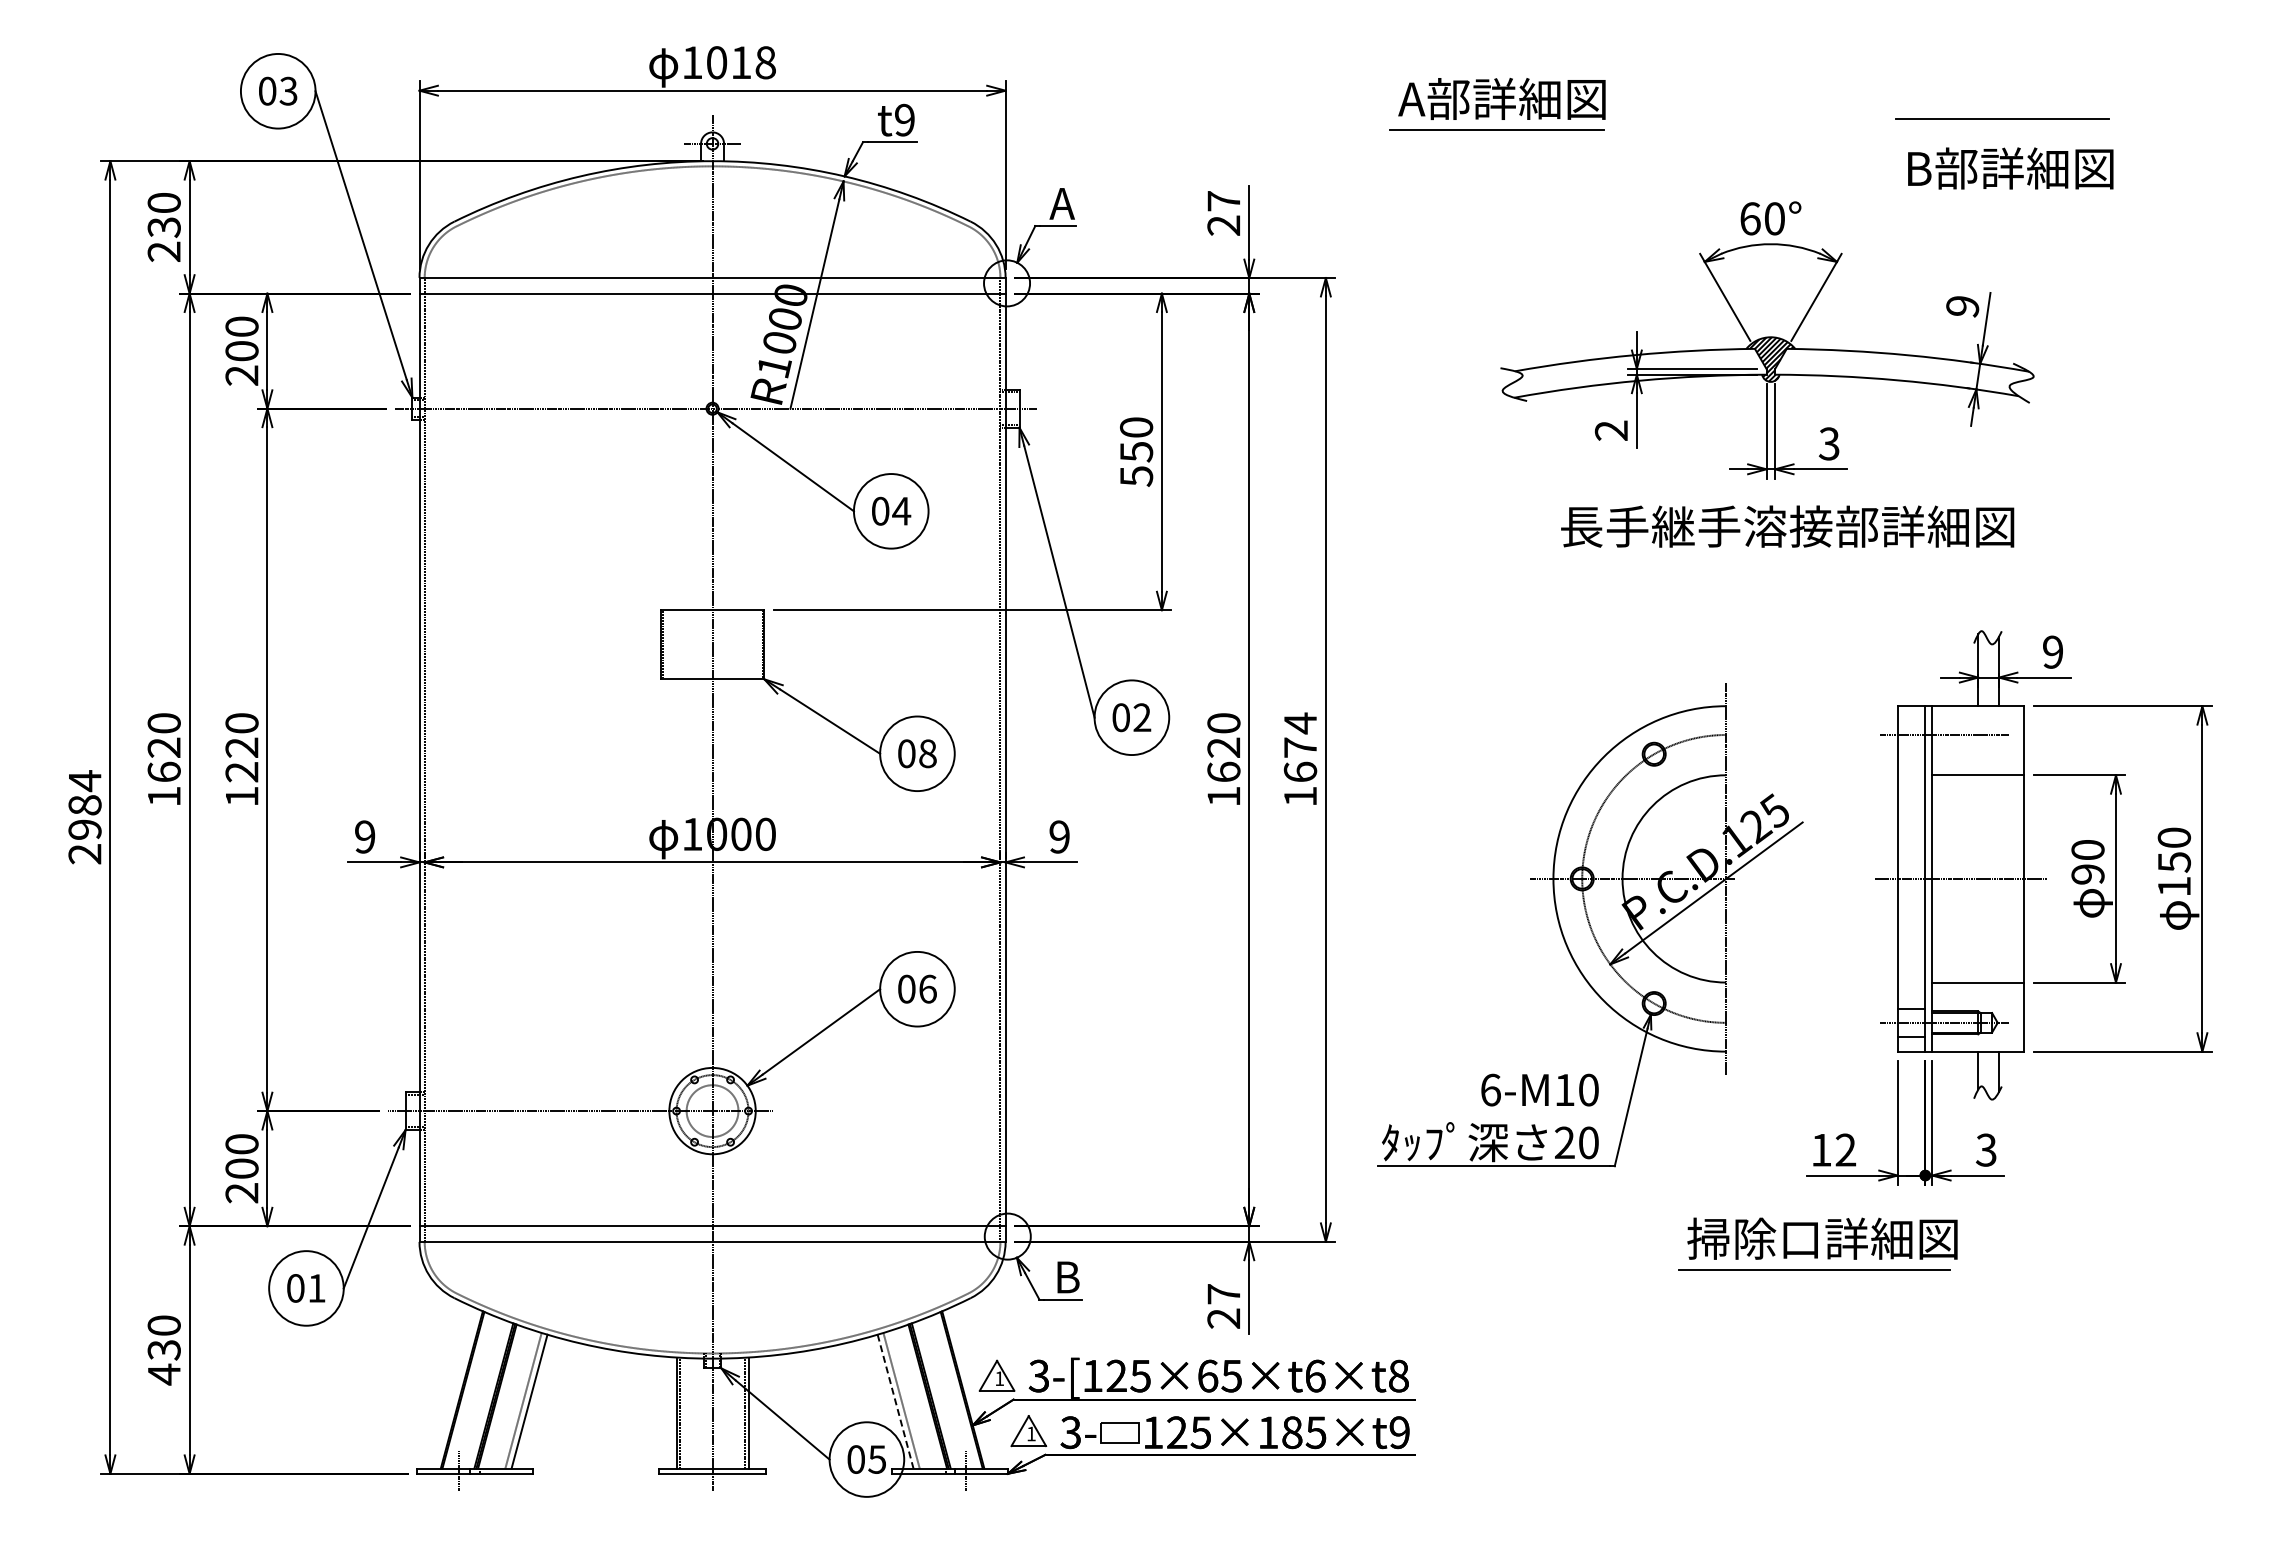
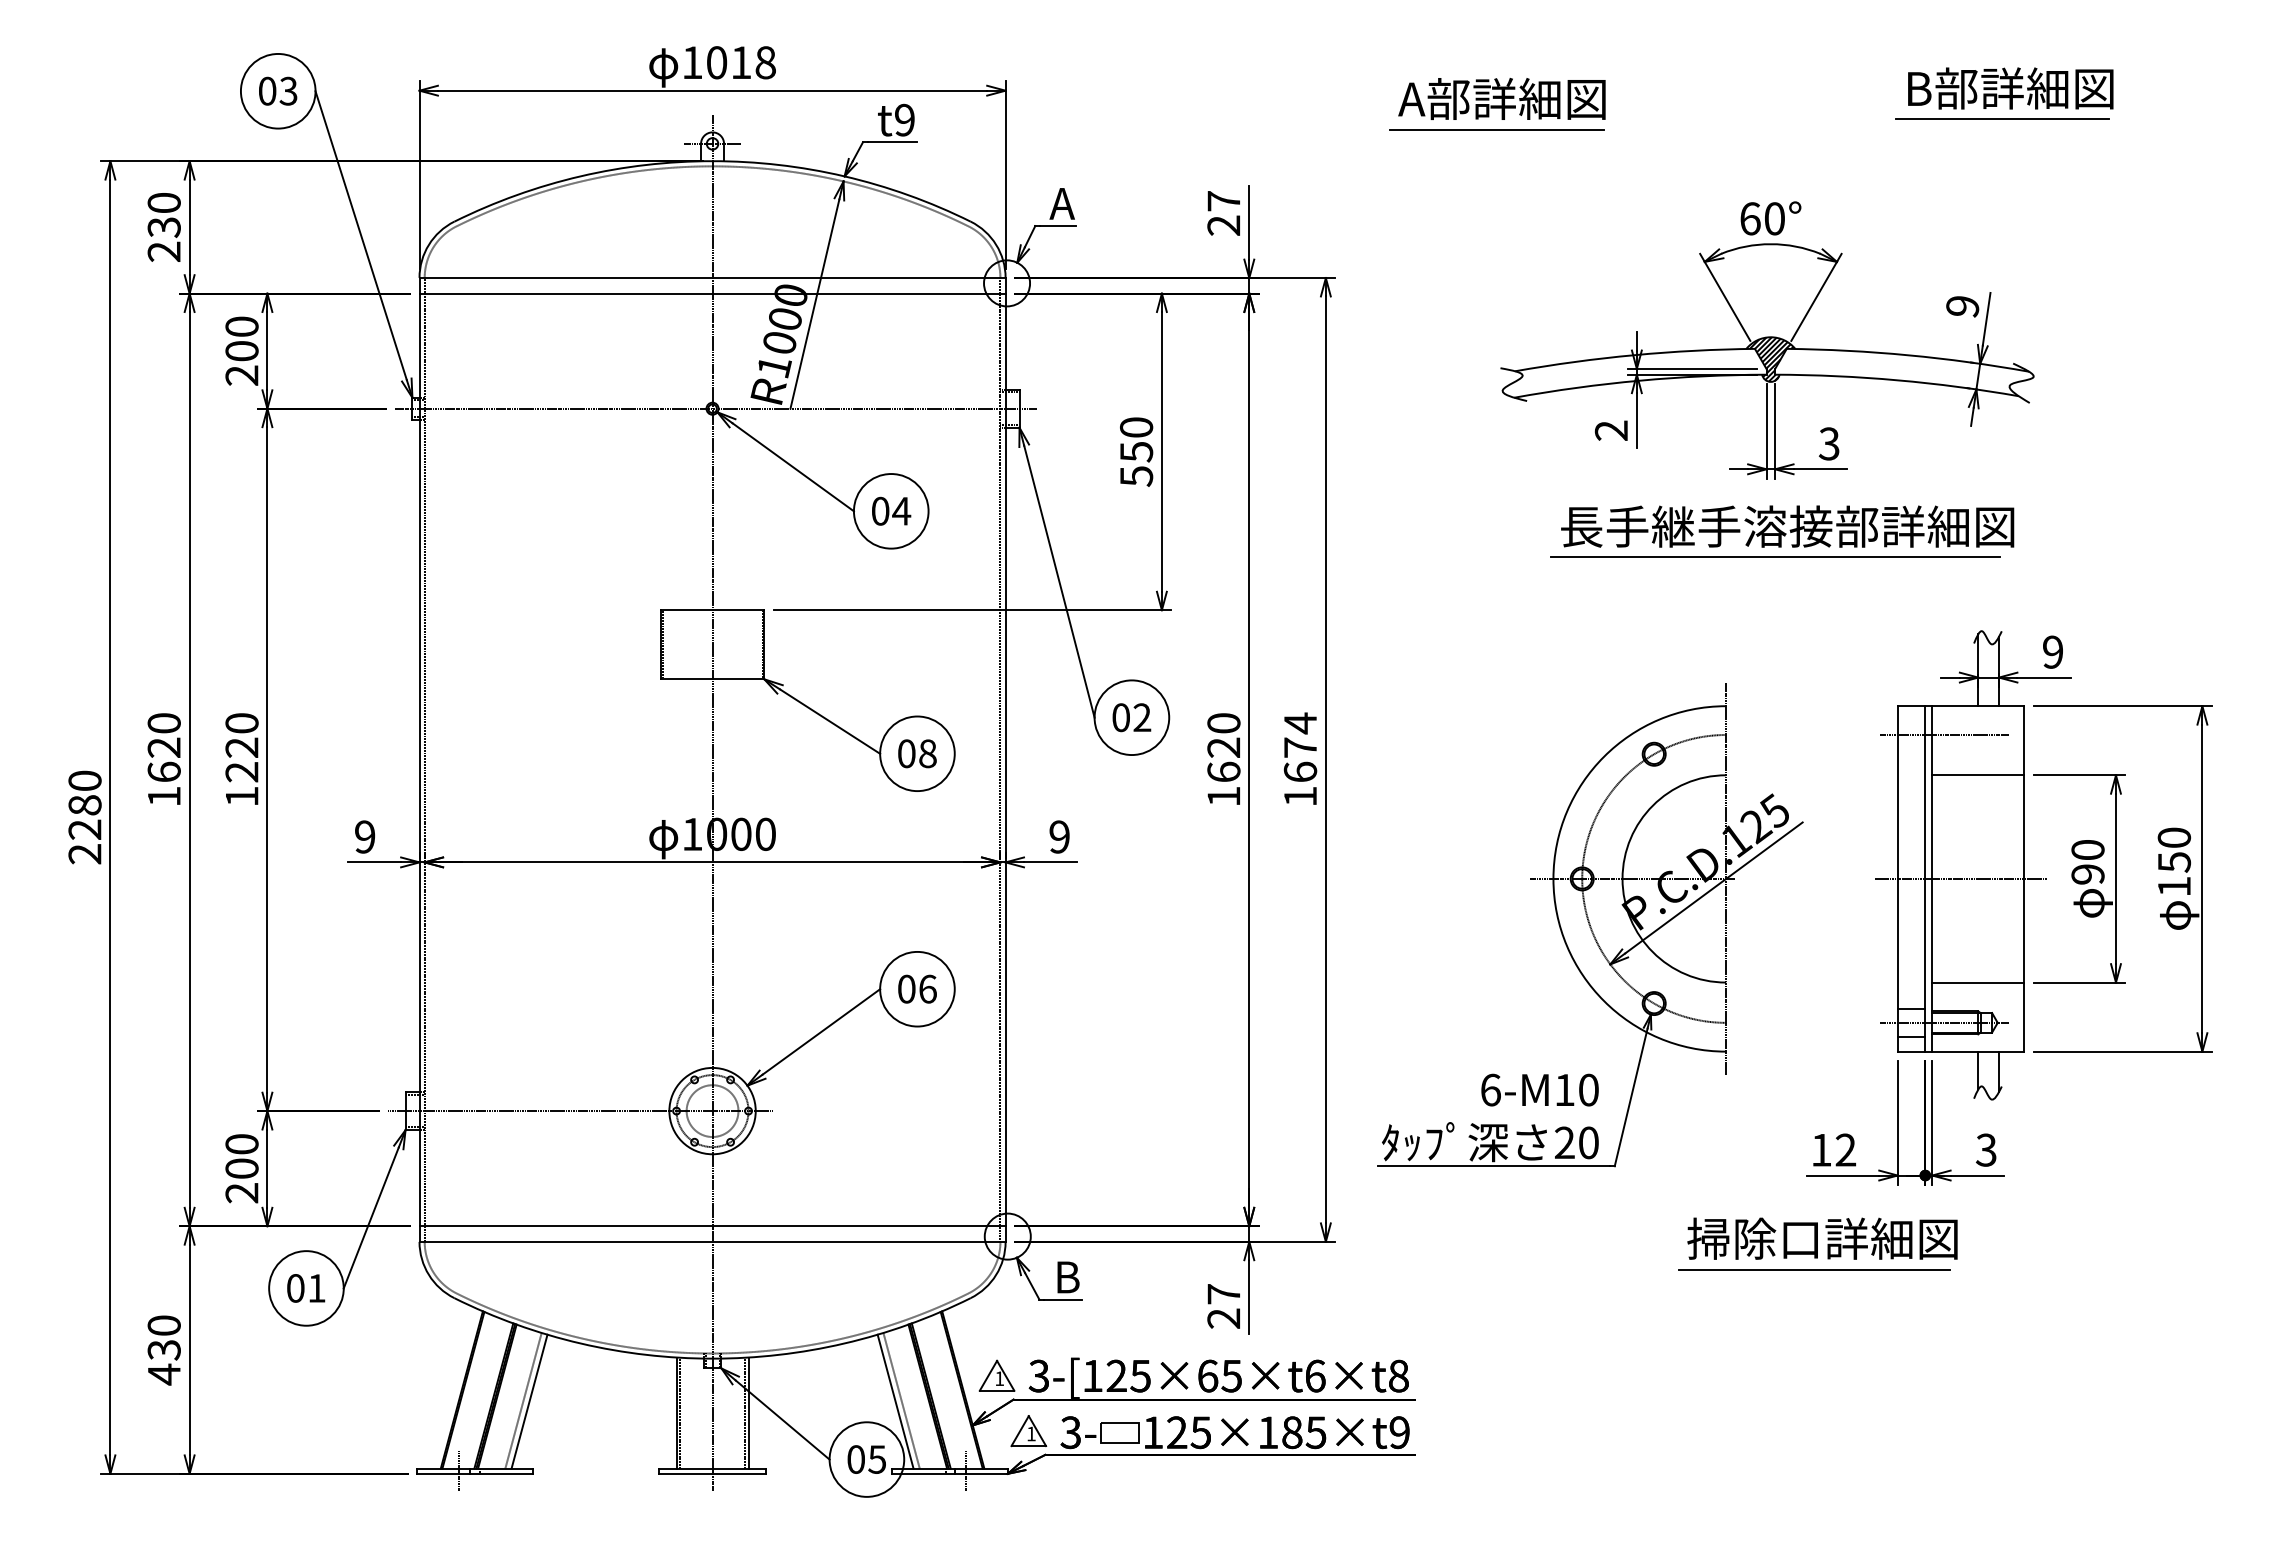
text at (2010, 168) position: (2010, 168) -> (2010, 88)
line at (1775, 557): none -> present
text at (84, 804): 2984 -> 2280
line at (895, 1402): dashed -> solid
